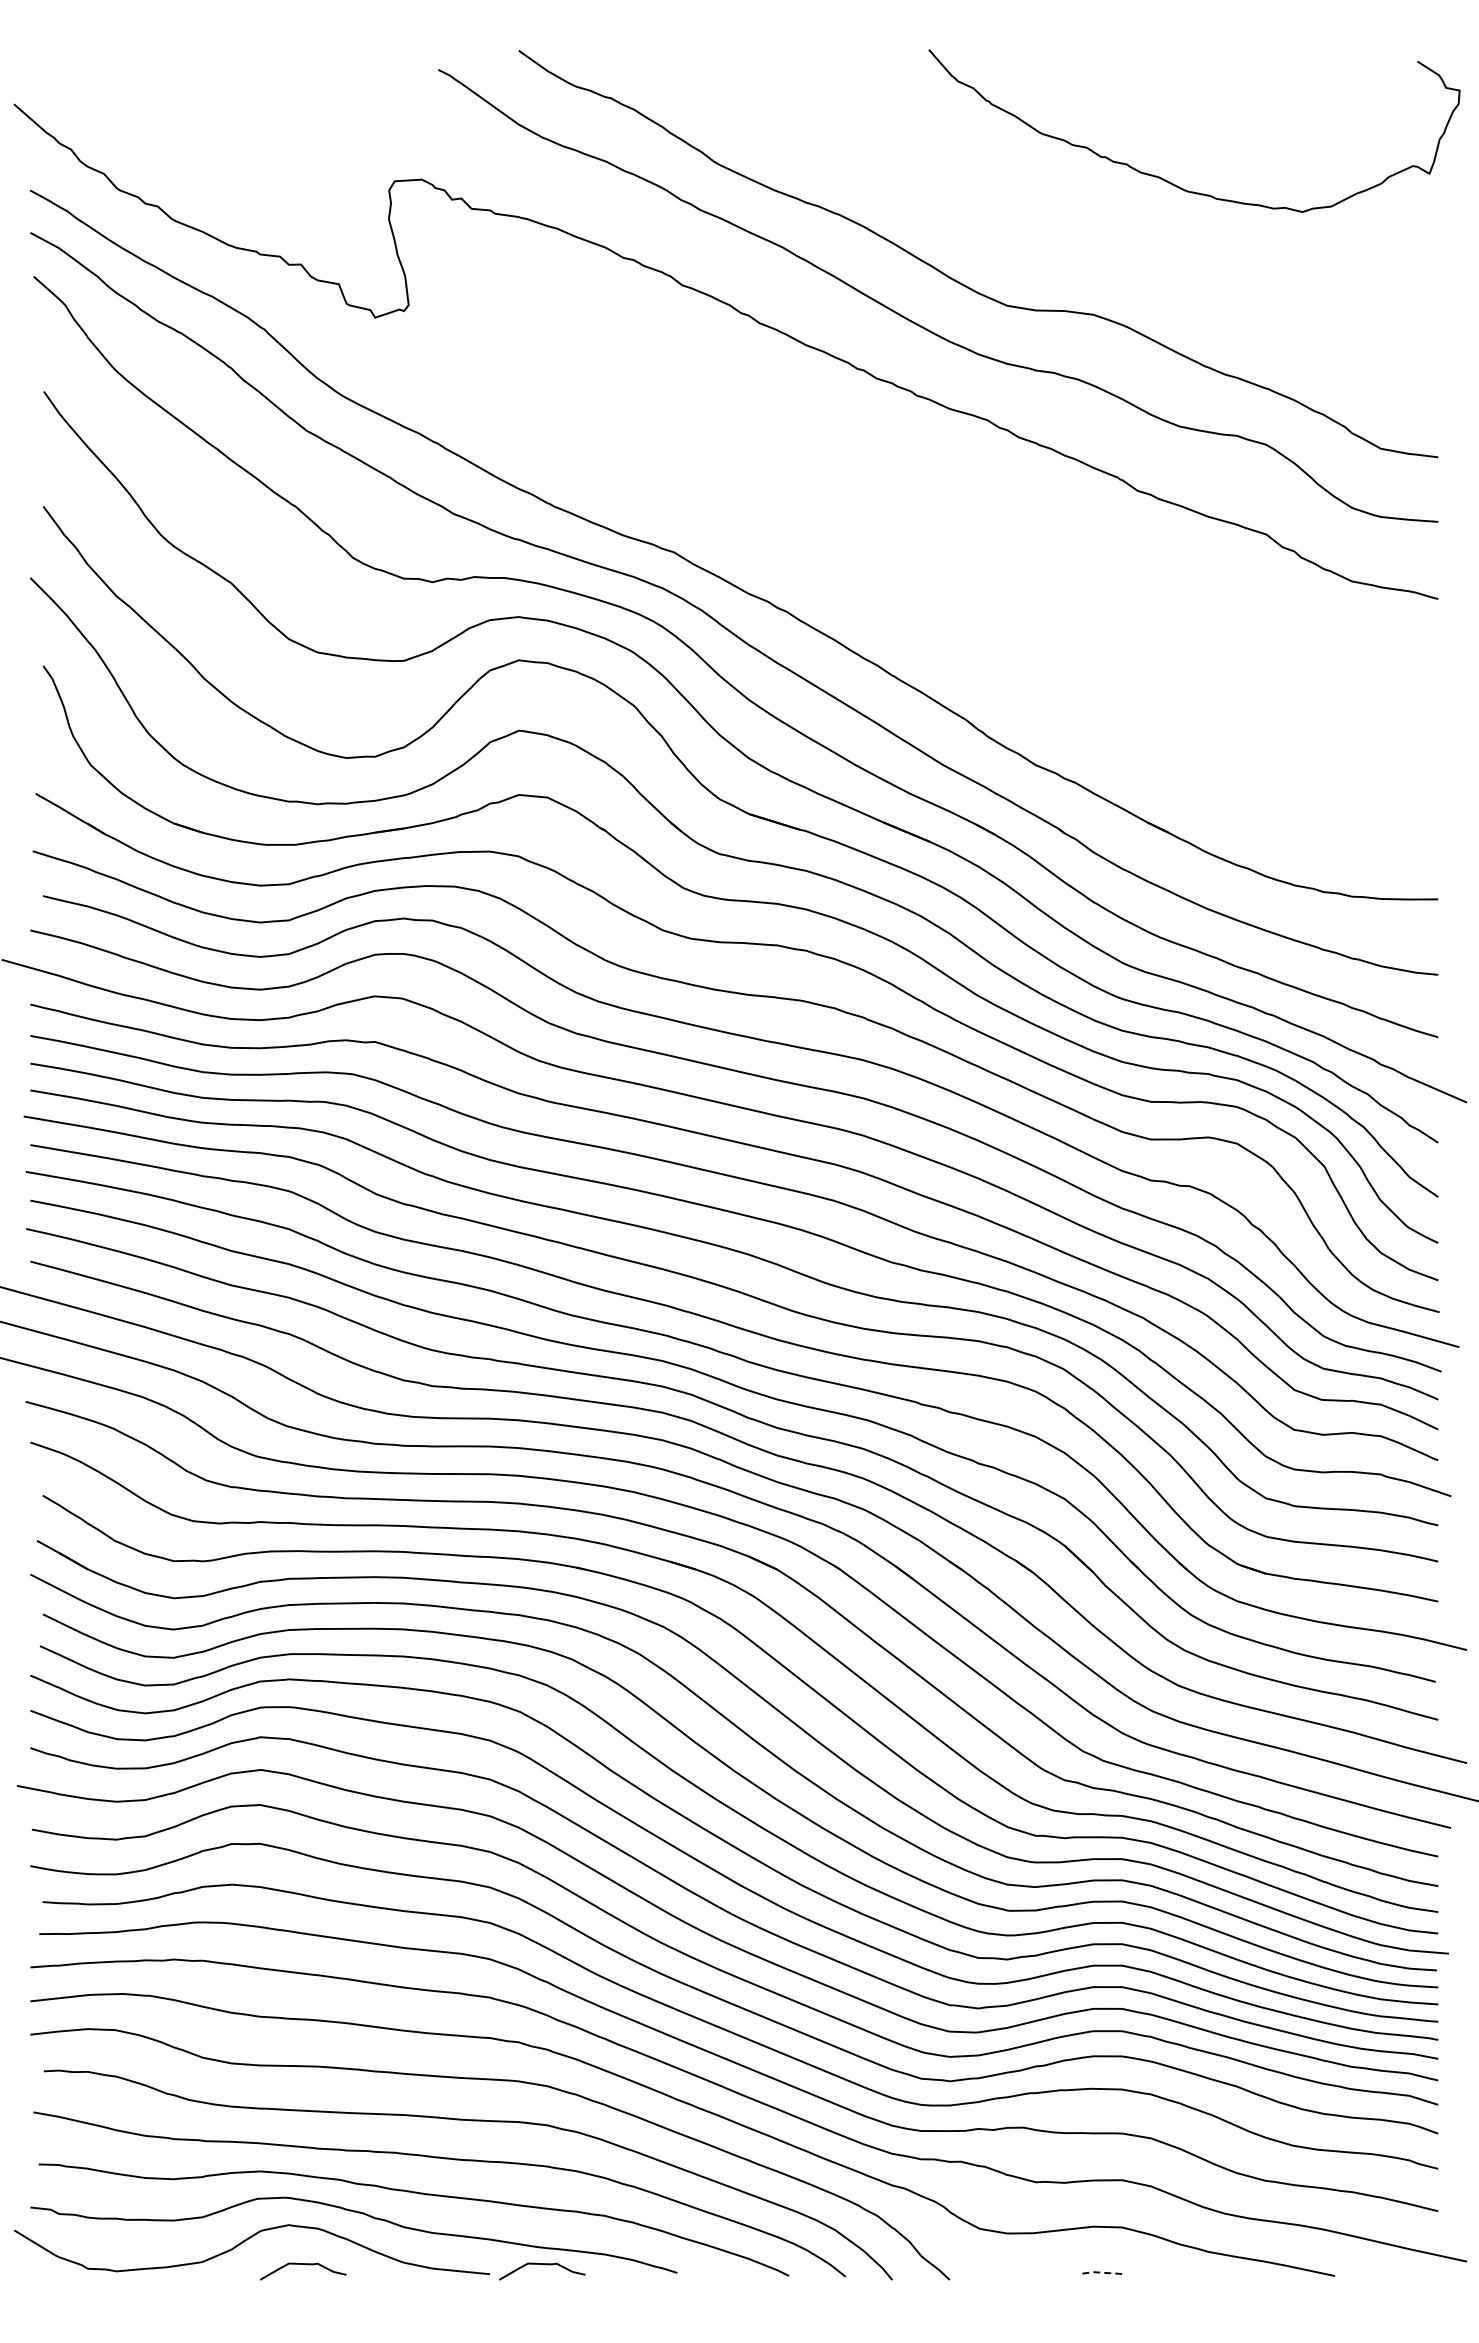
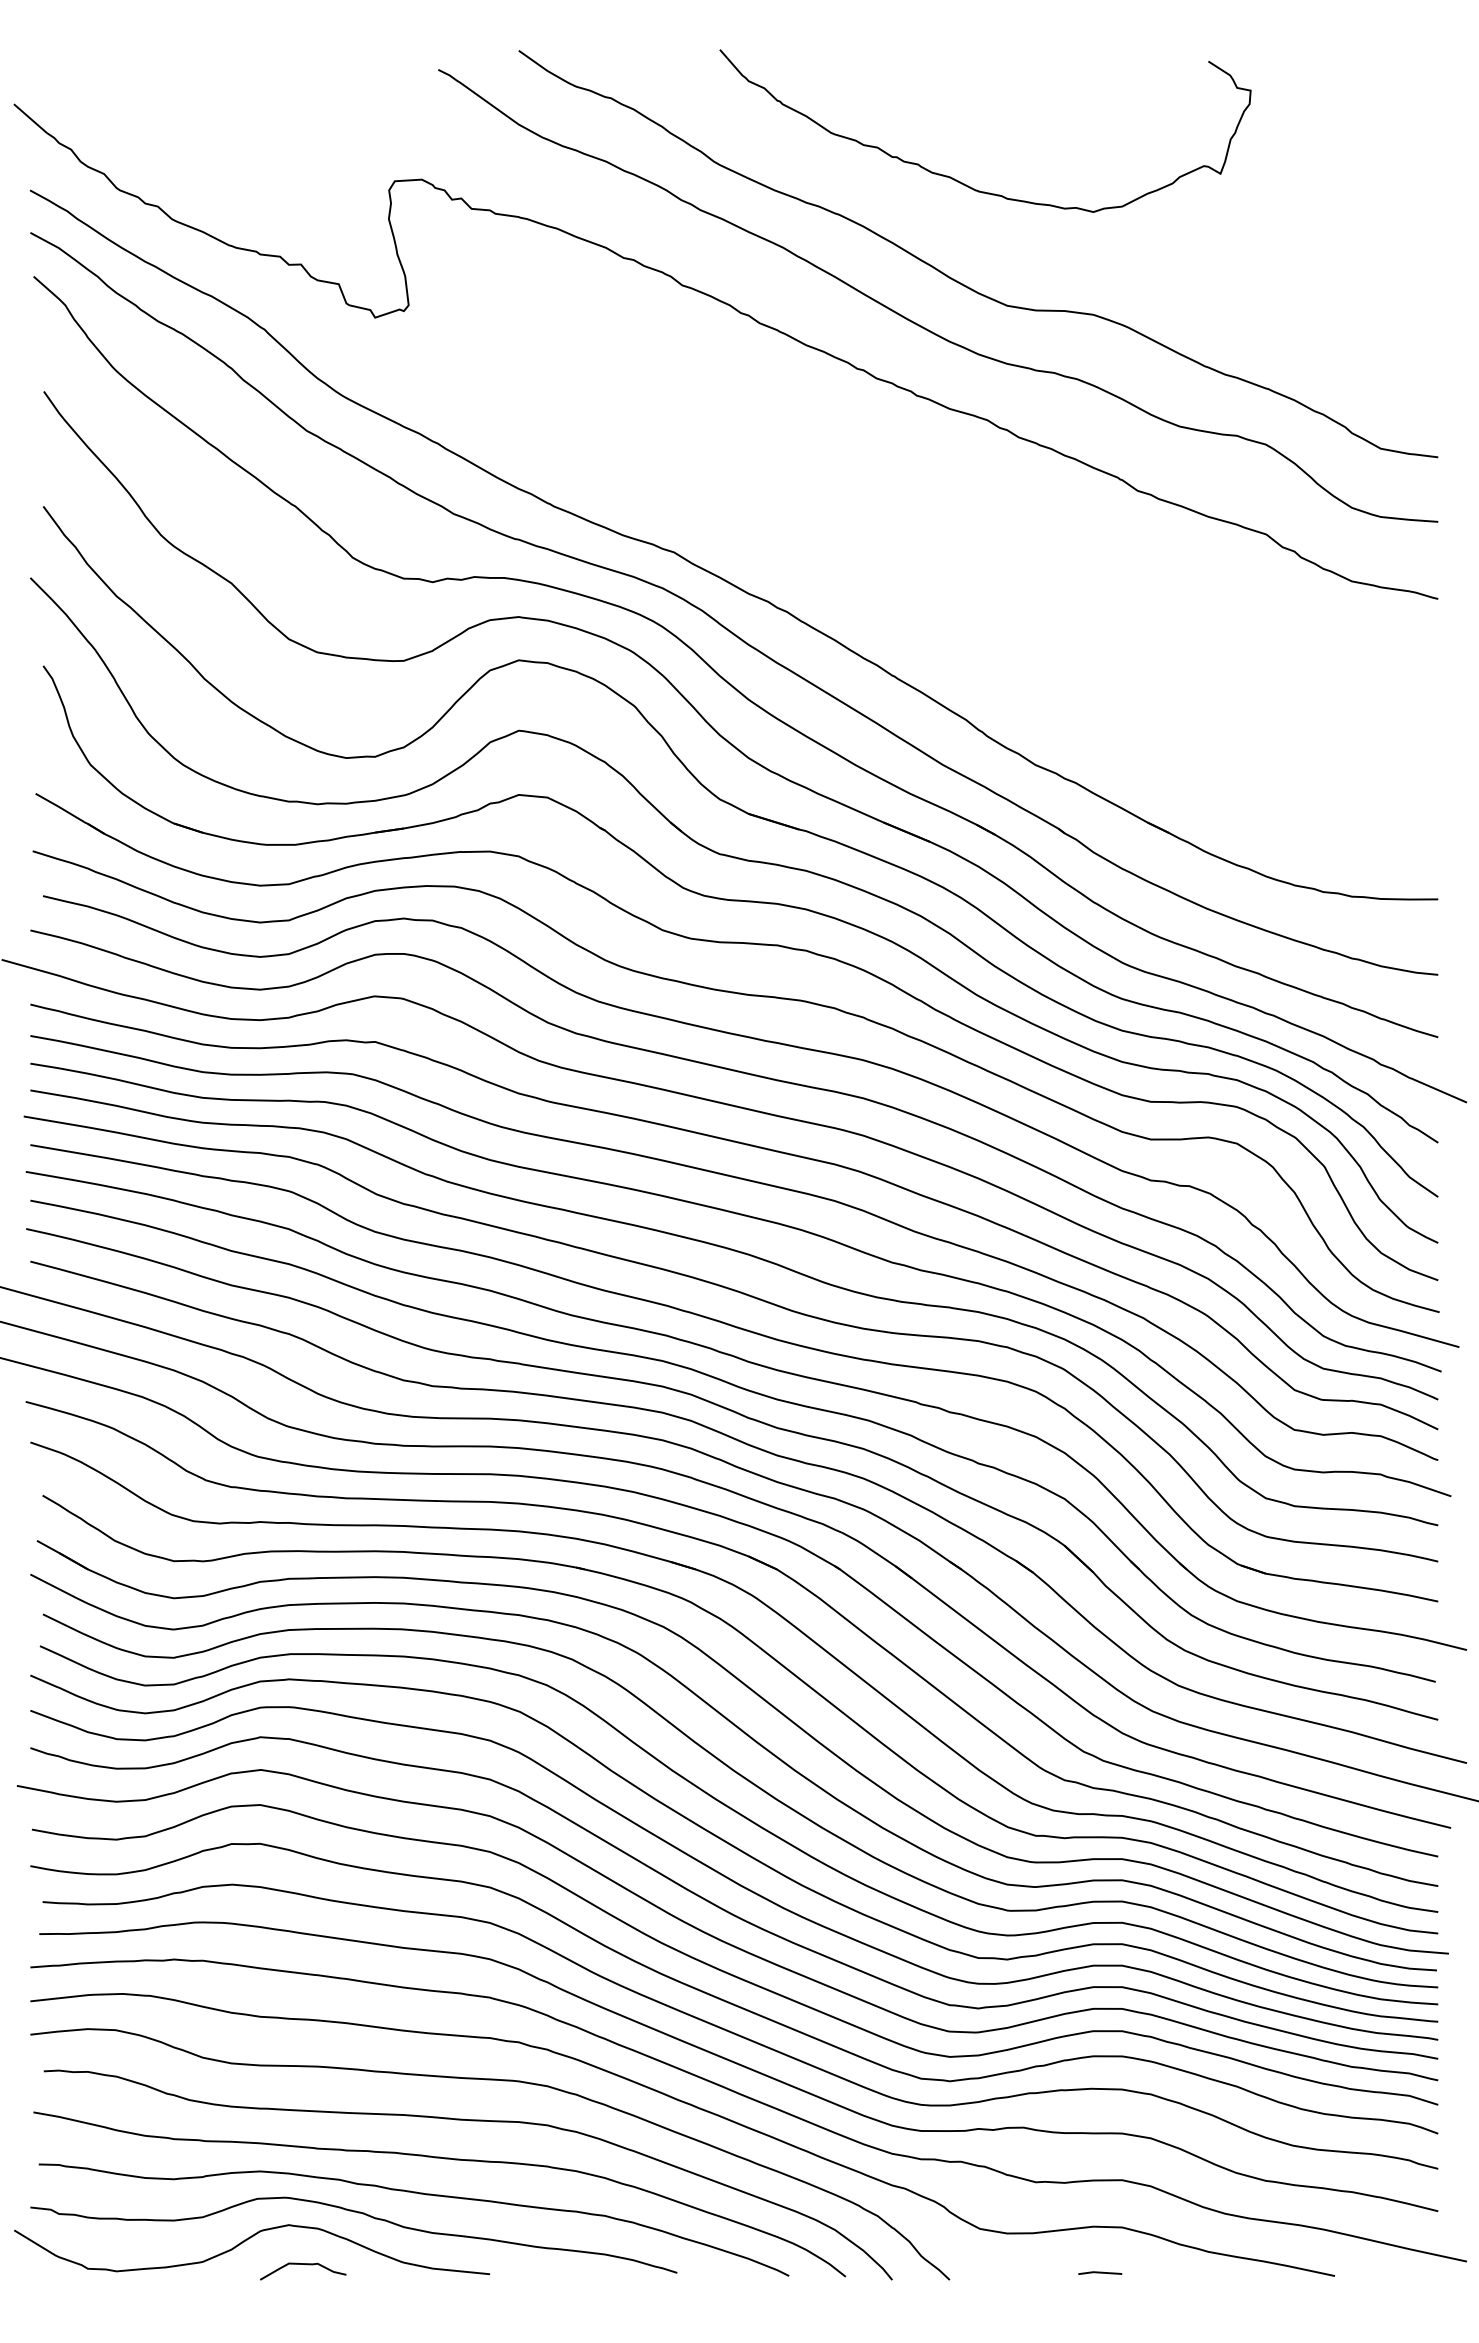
curve at (1169, 181) position: (1169, 181) -> (960, 181)
curve at (542, 2264): present -> none
line at (1099, 2272): dashed -> solid
